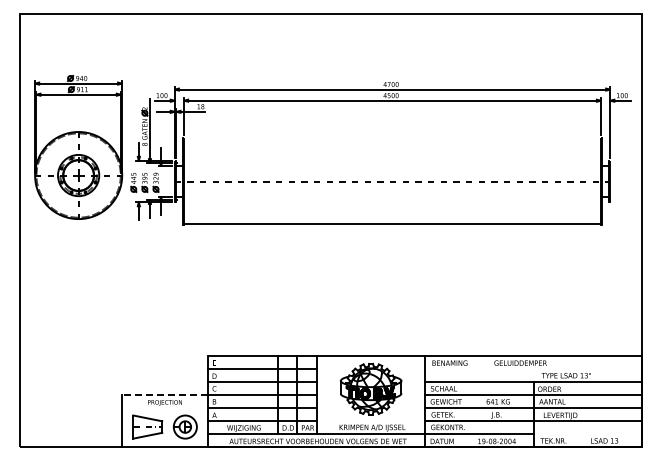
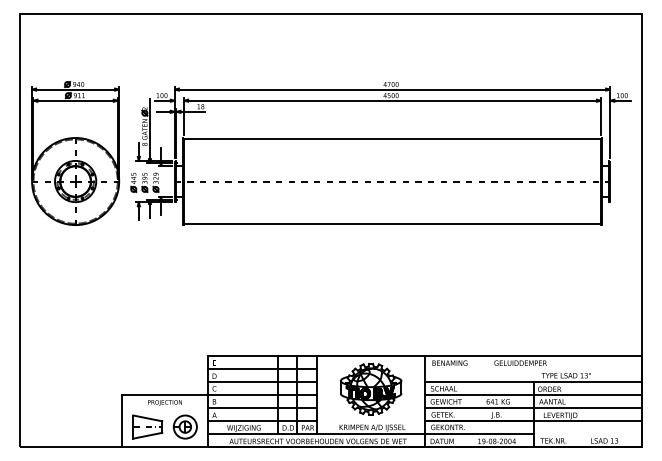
line at (392, 139): none -> present
part at (78, 146) position: (78, 146) -> (75, 152)
line at (164, 395): dashed -> solid
